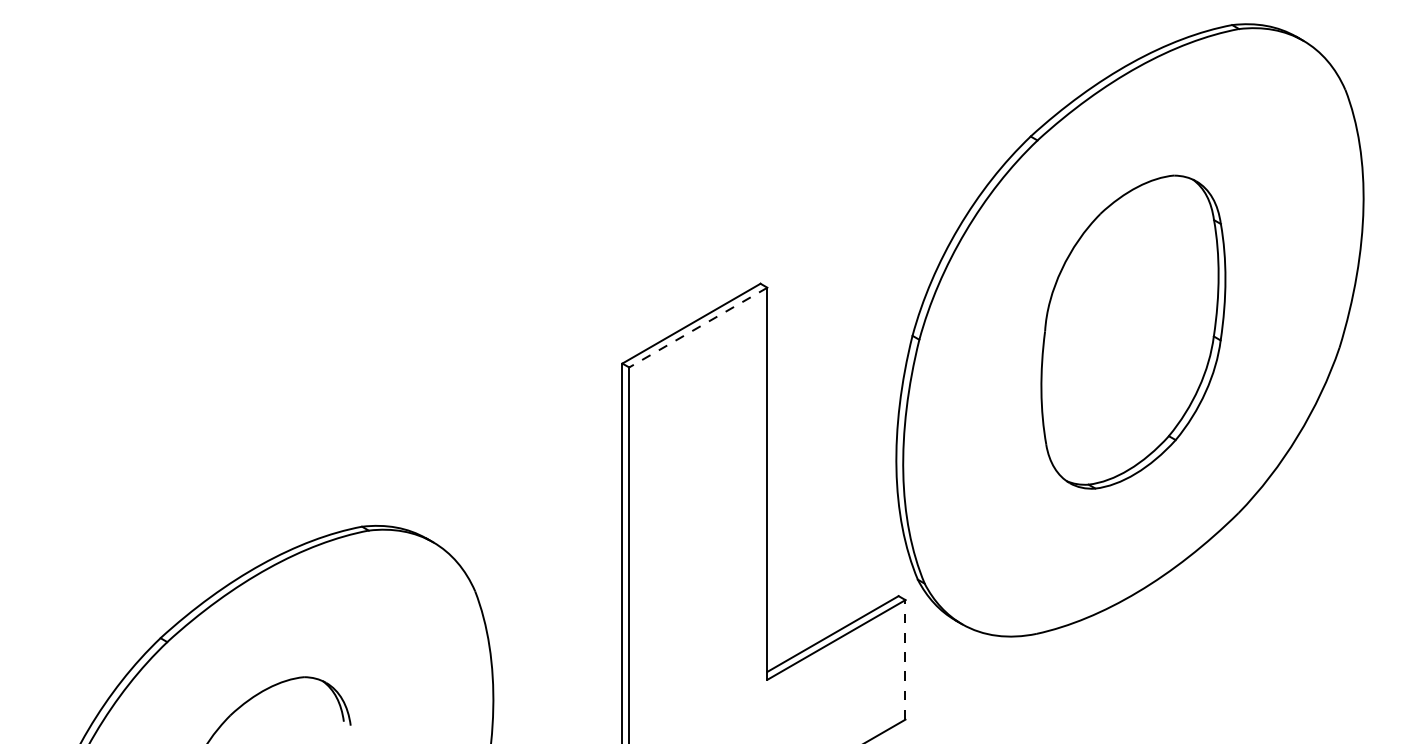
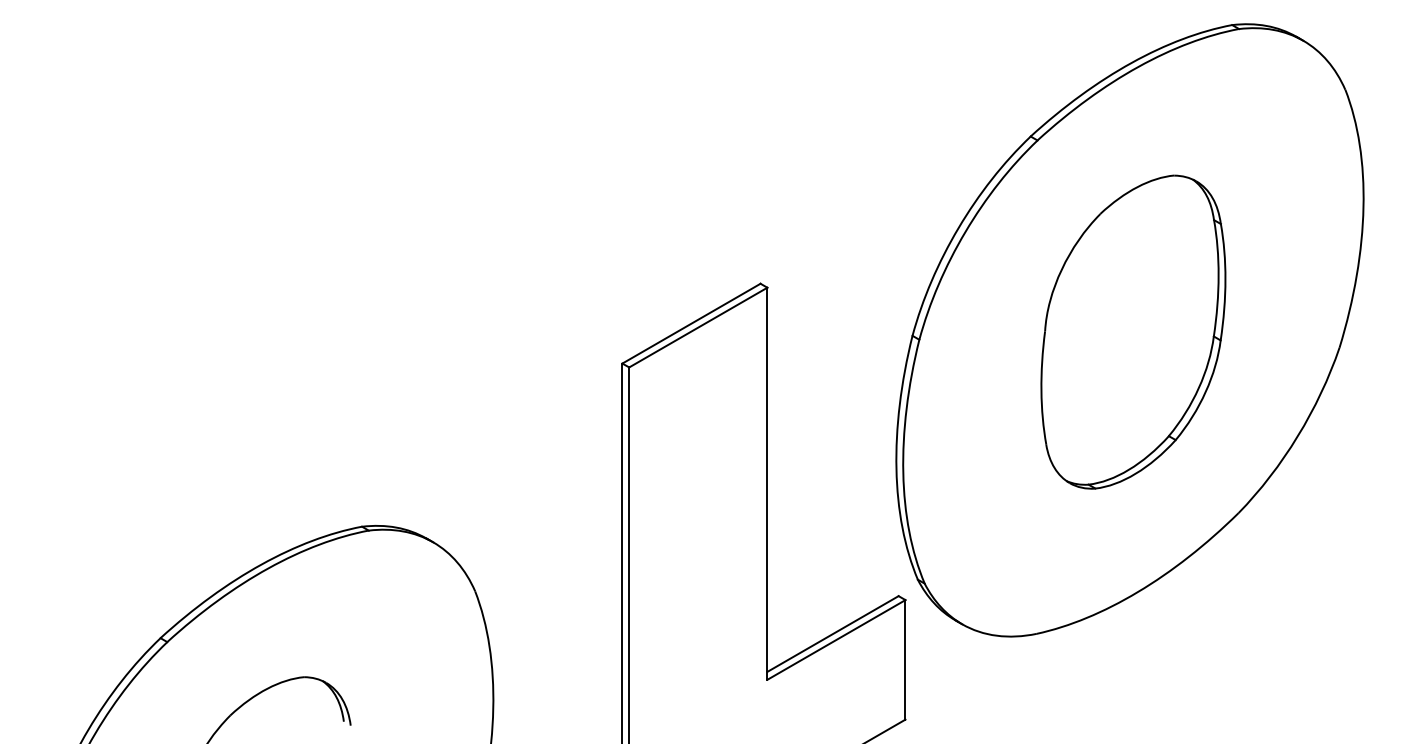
line at (698, 327): dashed -> solid
line at (905, 659): dashed -> solid
